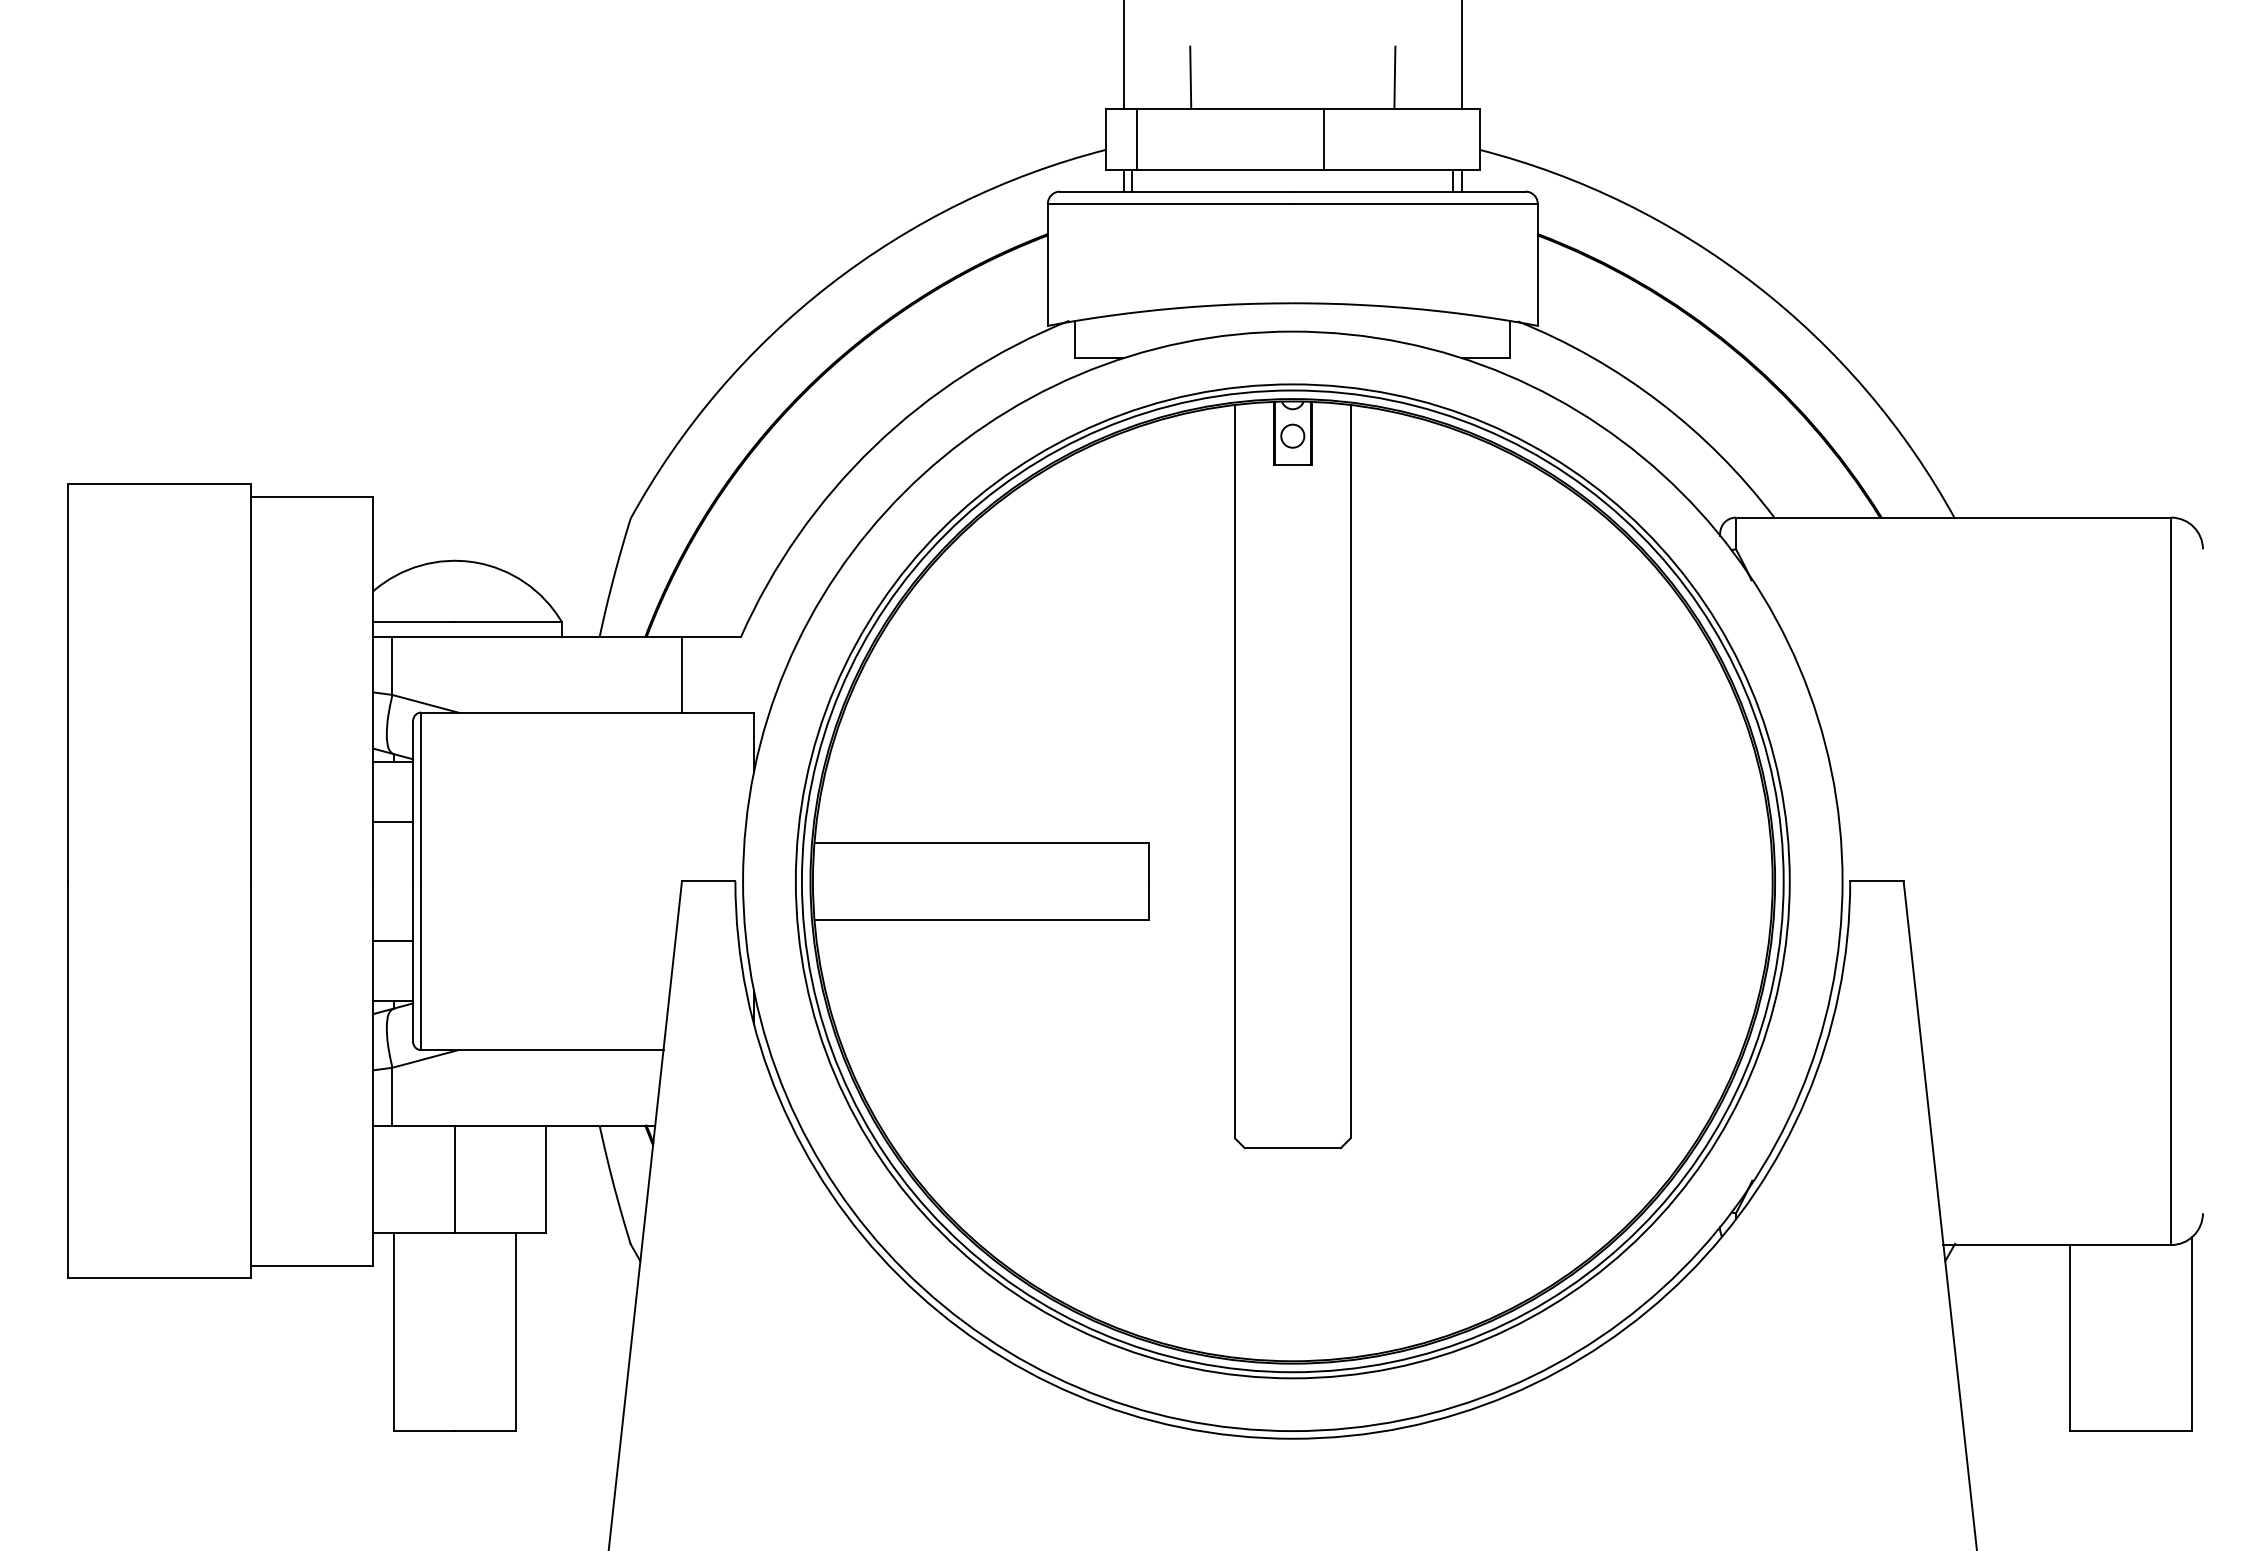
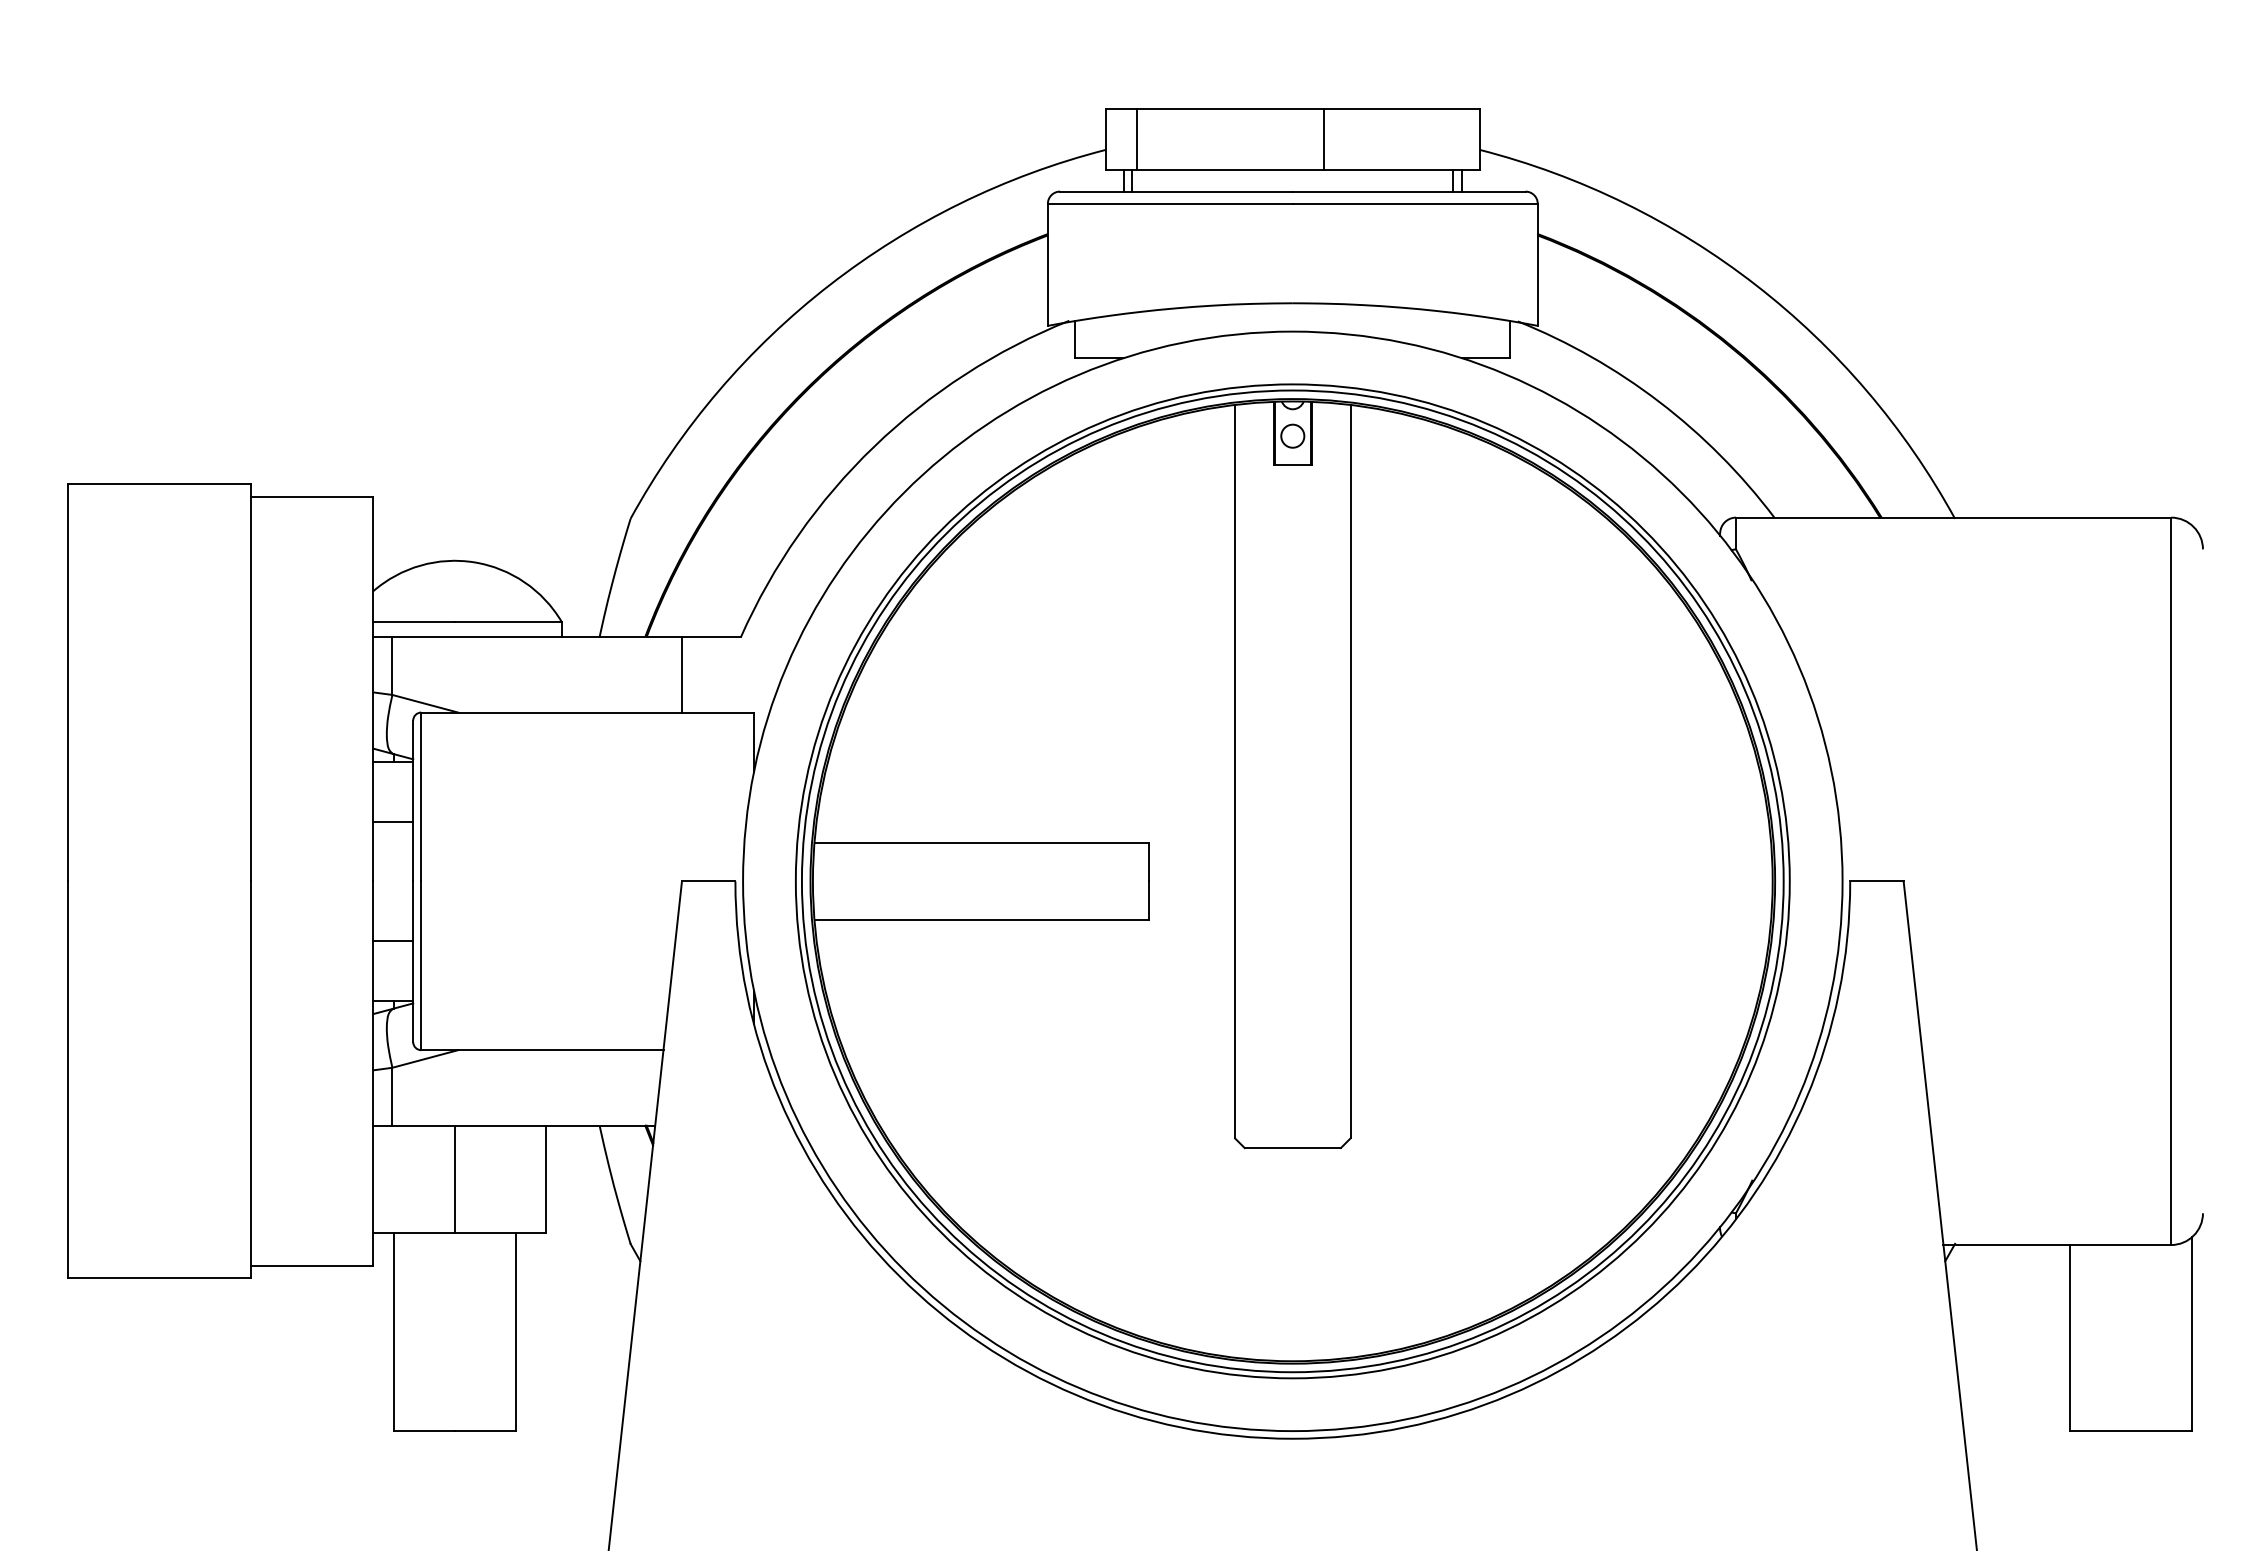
line at (1124, 55): present -> none
line at (1461, 55): present -> none
line at (1190, 77): present -> none
line at (1394, 77): present -> none
